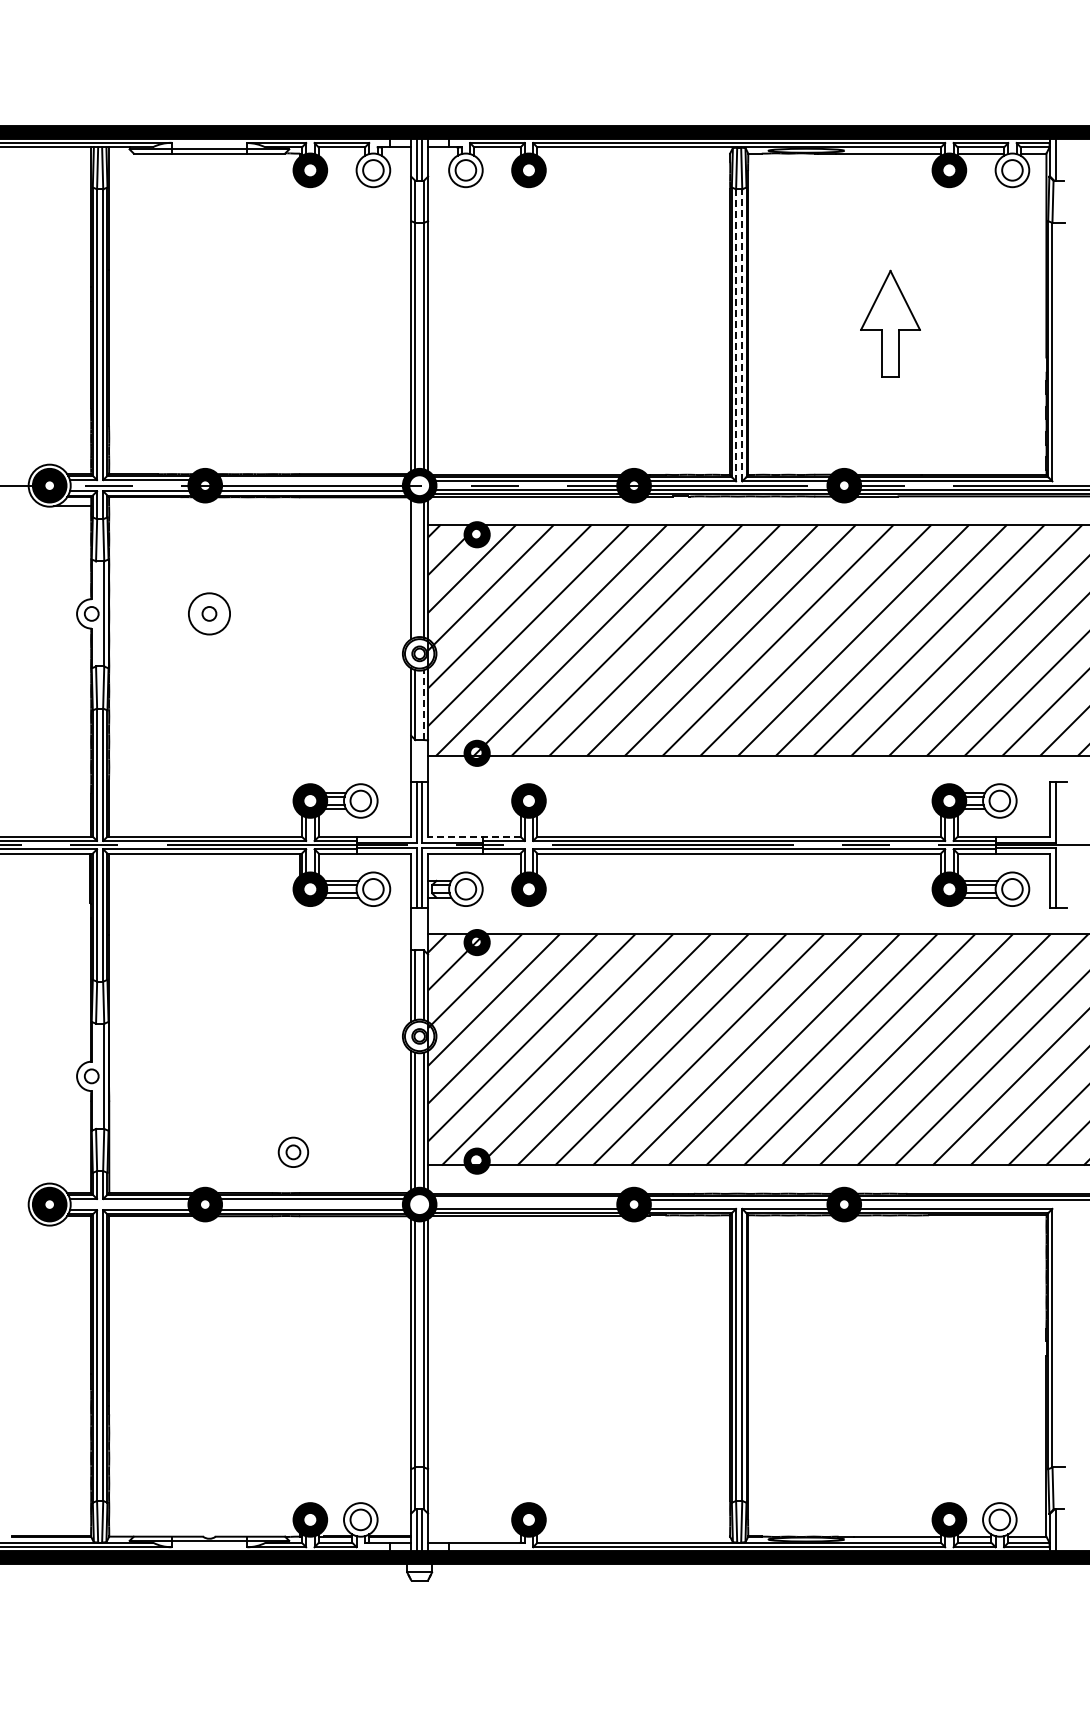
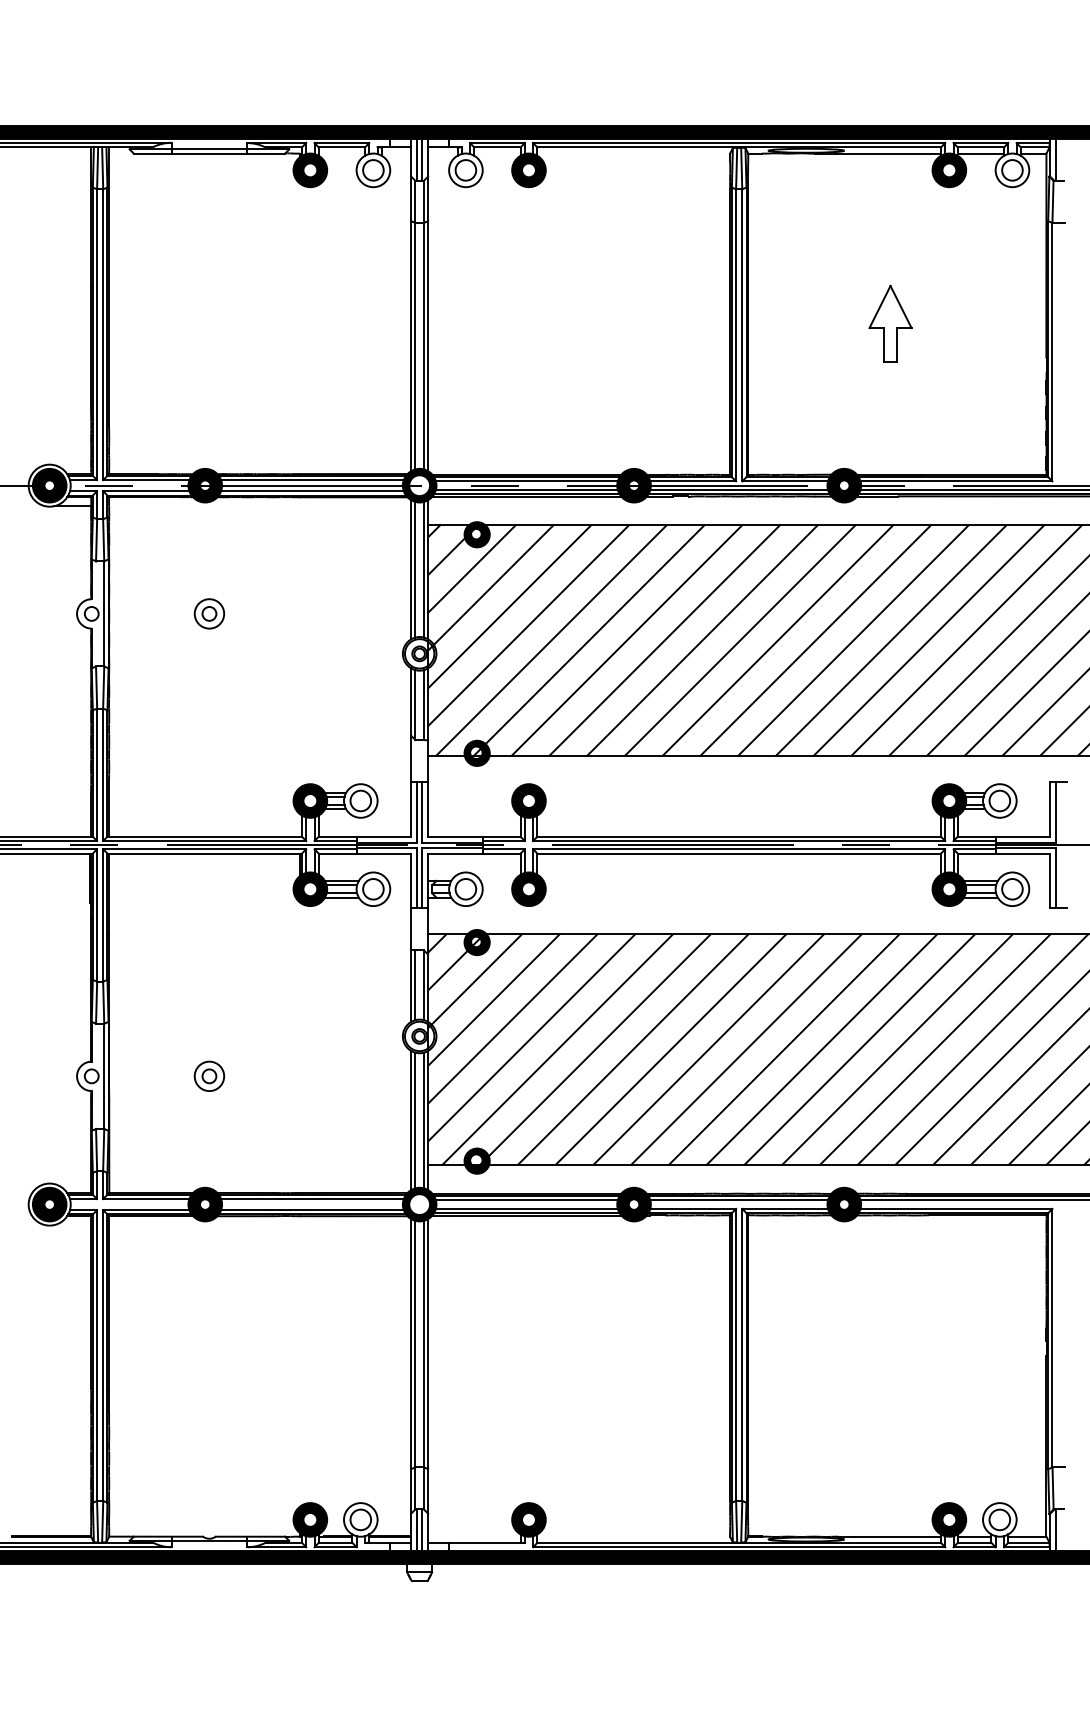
part at (890, 323) size: 61x109 px -> 45x79 px
line at (742, 334): dashed -> solid
line at (736, 335): dashed -> solid
line at (312, 480): none -> present
line at (415, 569): none -> present
circle at (209, 613) diameter: 41 px -> 29 px
line at (423, 705): dashed -> solid
line at (473, 836): dashed -> solid
part at (293, 1151) position: (293, 1151) -> (209, 1075)
line at (526, 1200): none -> present
